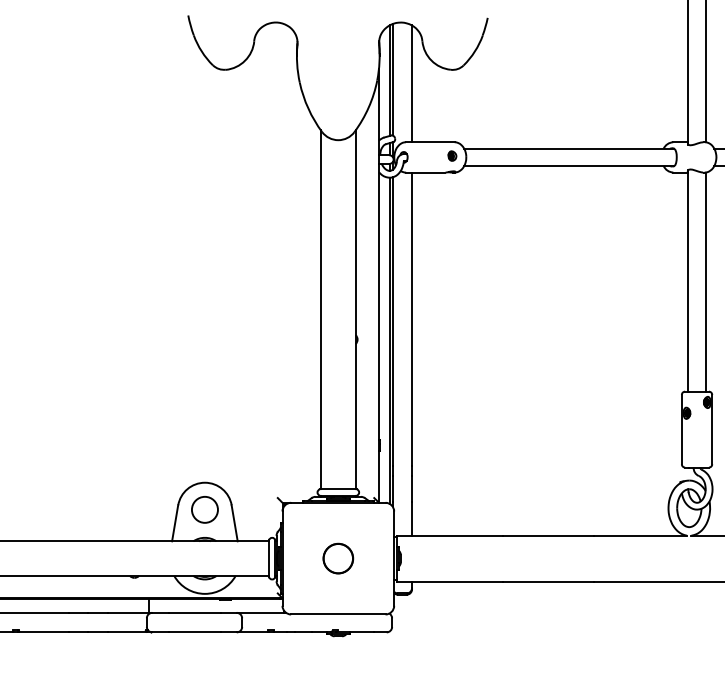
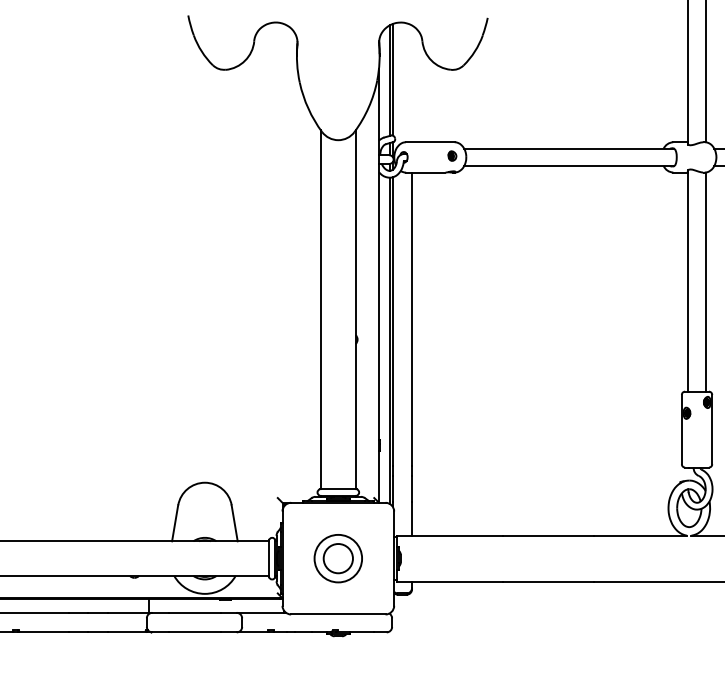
line at (412, 83): present -> none
circle at (204, 509): present -> none
circle at (338, 558) diameter: 30 px -> 48 px
